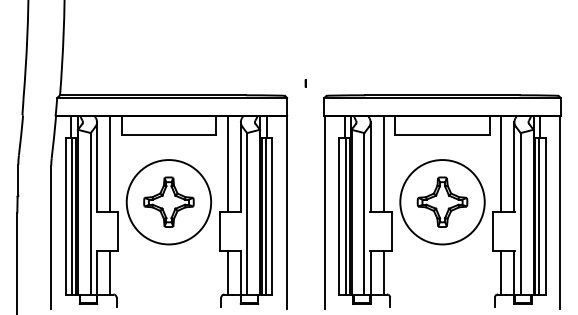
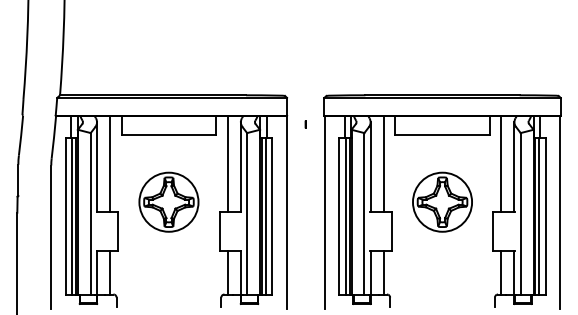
part at (305, 83) position: (305, 83) -> (305, 124)
circle at (168, 202) diameter: 84 px -> 59 px
circle at (442, 202) diameter: 84 px -> 59 px
